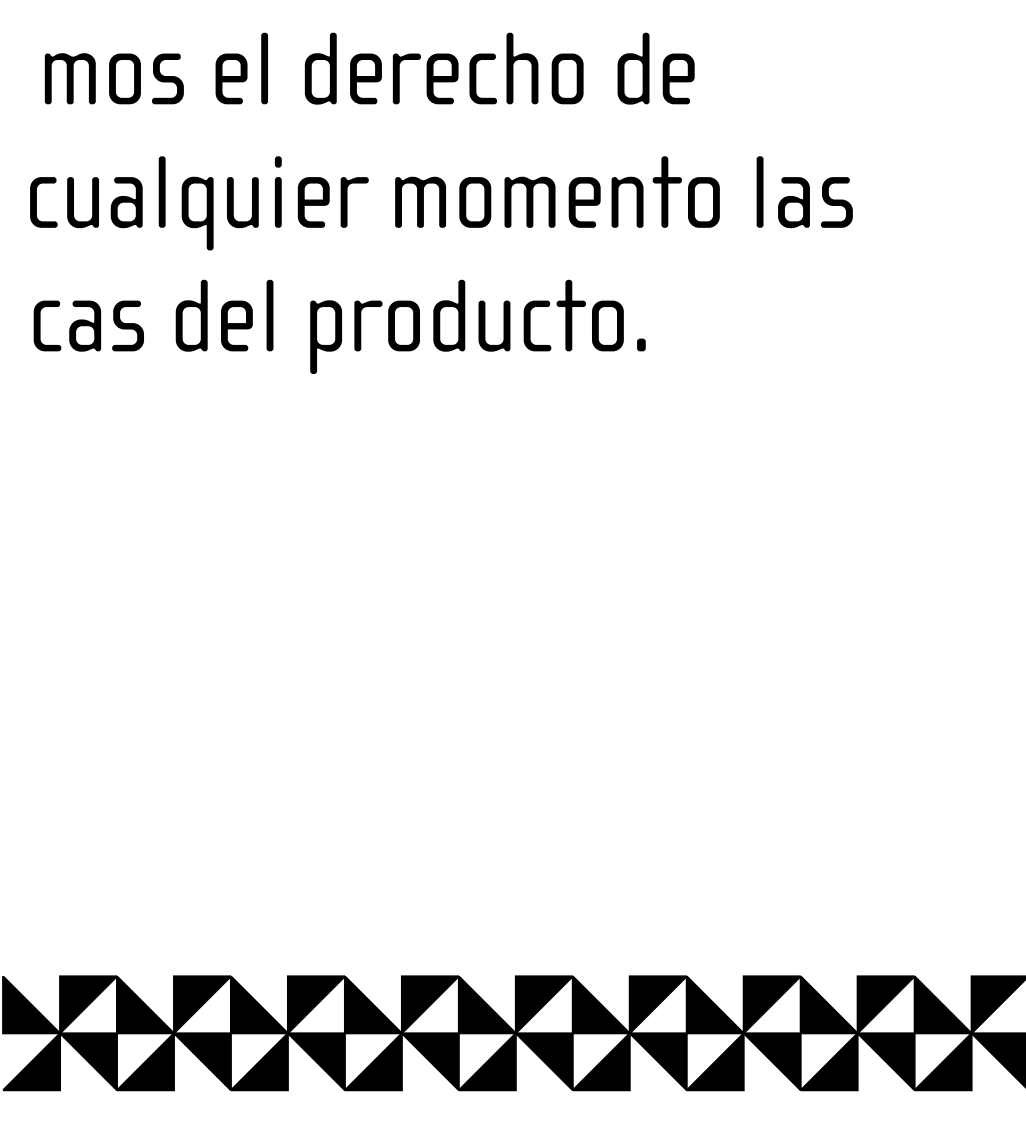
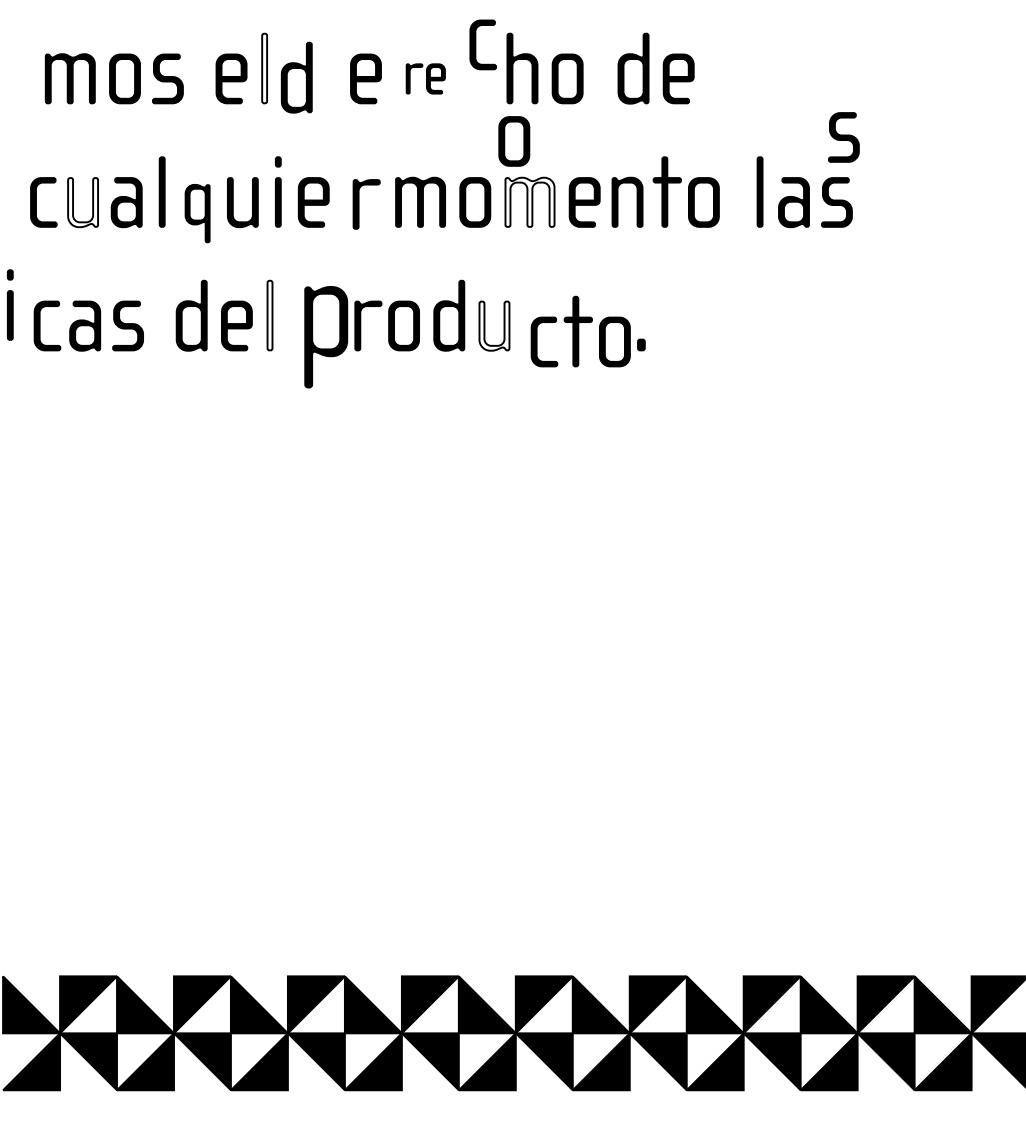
fill at (264, 68): present -> none
part at (320, 68) position: (320, 68) -> (296, 77)
part at (425, 78) size: 66x52 px -> 41x32 px
part at (482, 78) position: (482, 78) -> (482, 44)
part at (843, 137): none -> present
part at (514, 141): none -> present
fill at (529, 201): present -> none
fill at (83, 202): present -> none
part at (347, 202) position: (347, 202) -> (359, 204)
part at (197, 213) size: 33x75 px -> 27x60 px
part at (10, 304): none -> present
fill at (269, 315): present -> none
part at (573, 315) position: (573, 315) -> (580, 331)
fill at (494, 325): present -> none
part at (325, 336) size: 32x74 px -> 45x103 px
